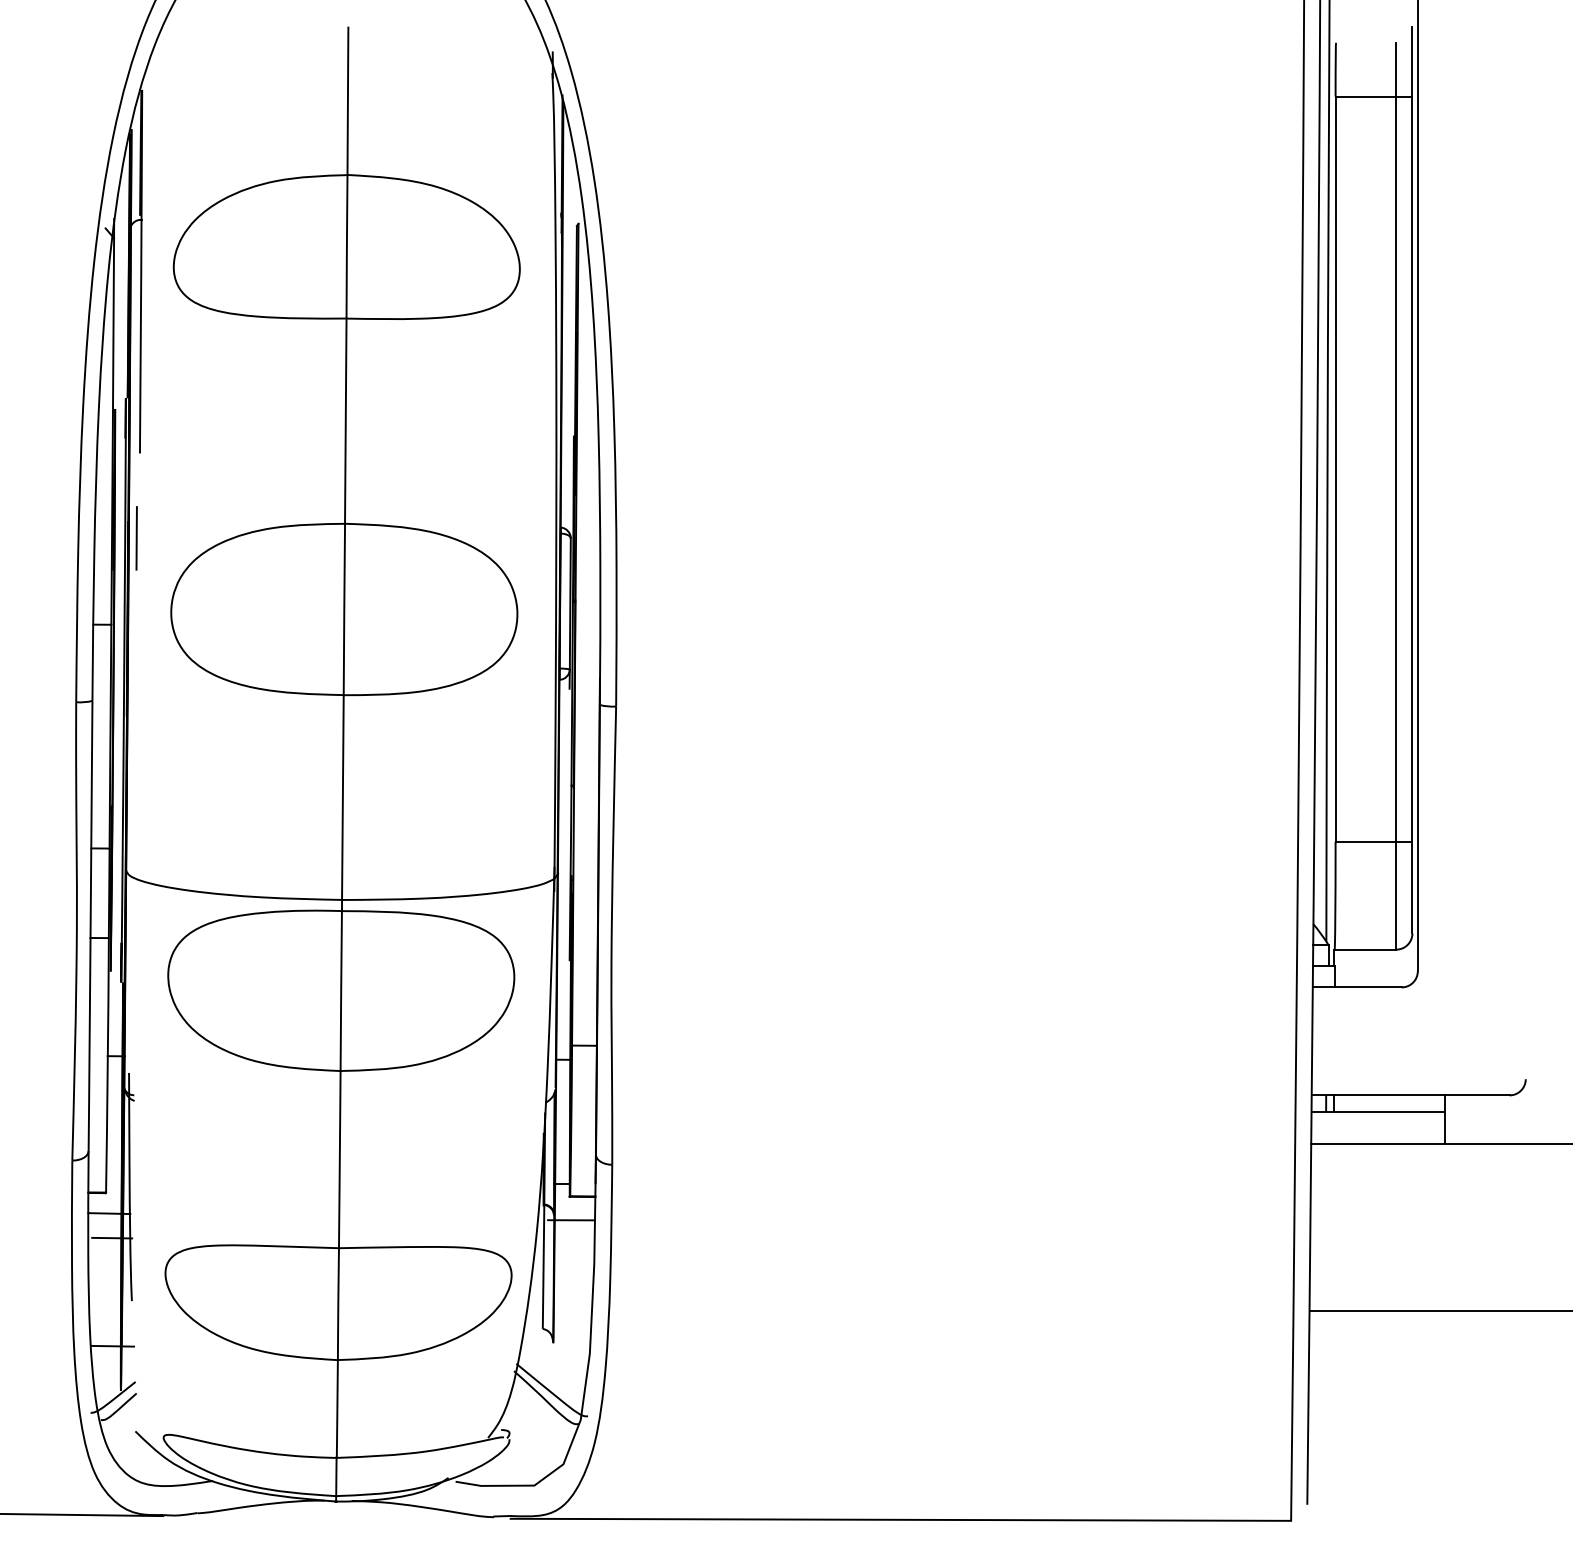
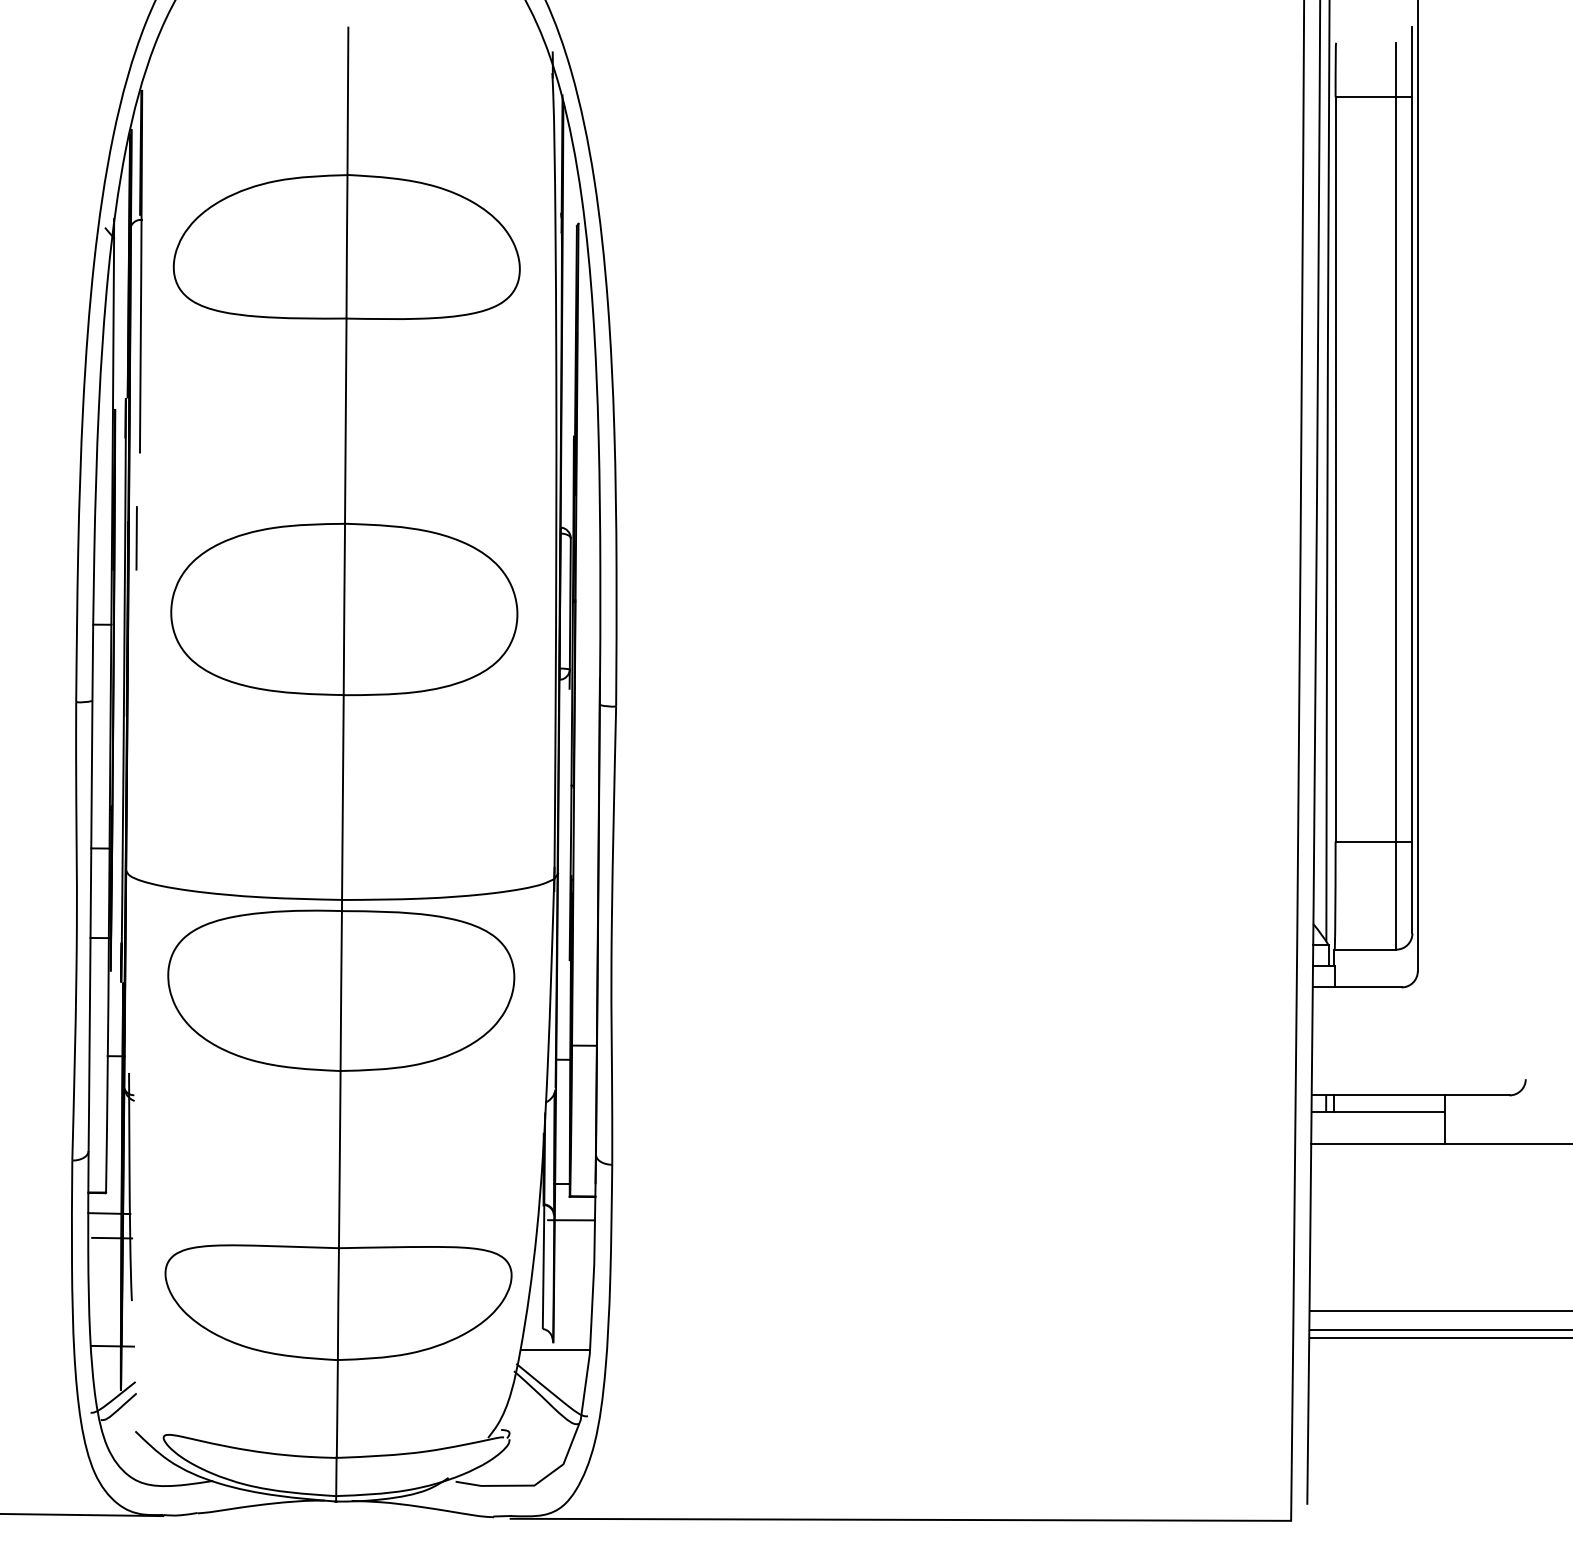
line at (1439, 1330): none -> present
line at (1439, 1337): none -> present
line at (555, 1349): none -> present
